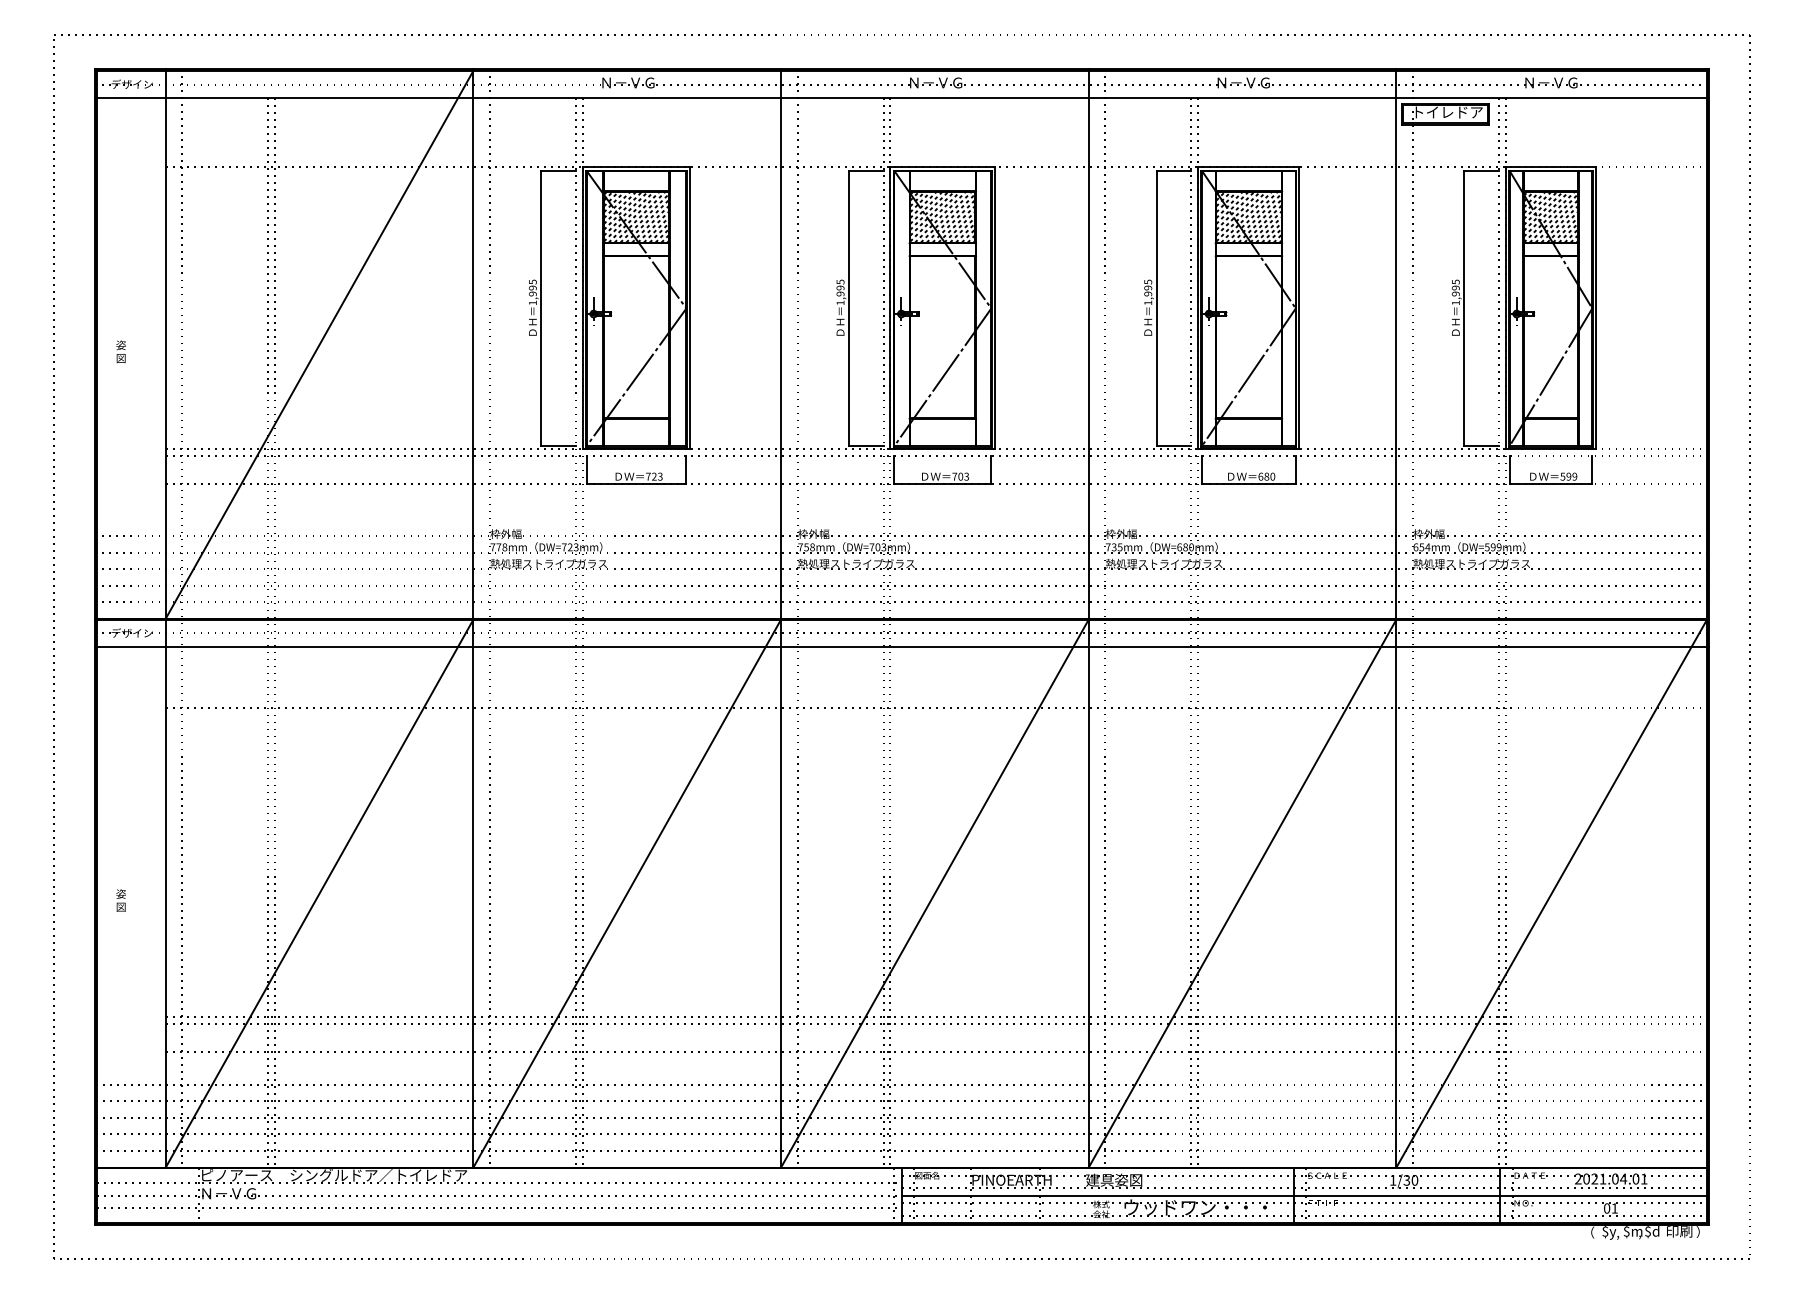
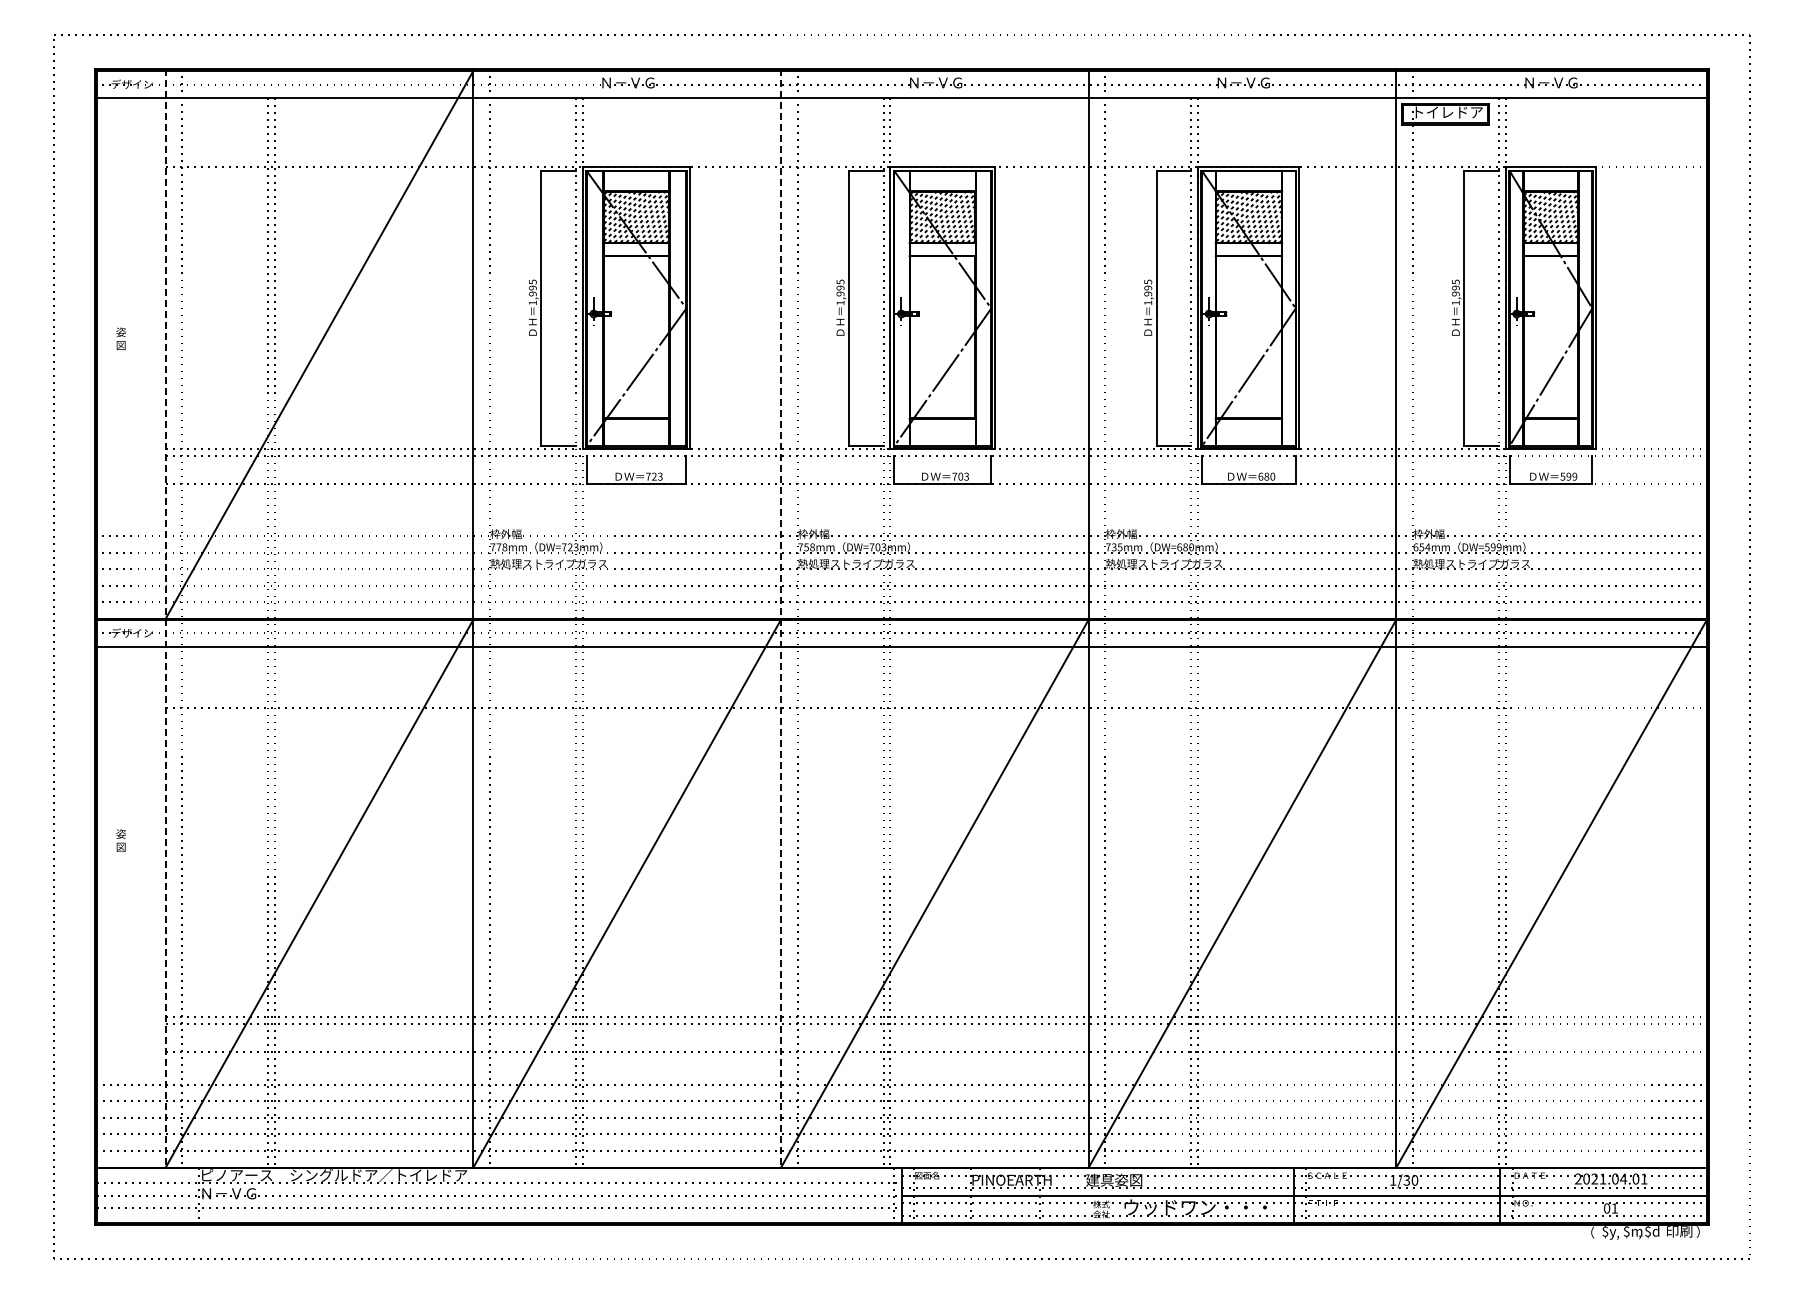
text at (120, 351) position: (120, 351) -> (120, 338)
line at (165, 618): solid -> dashed
line at (781, 618): solid -> dashed
text at (120, 900) position: (120, 900) -> (120, 840)
